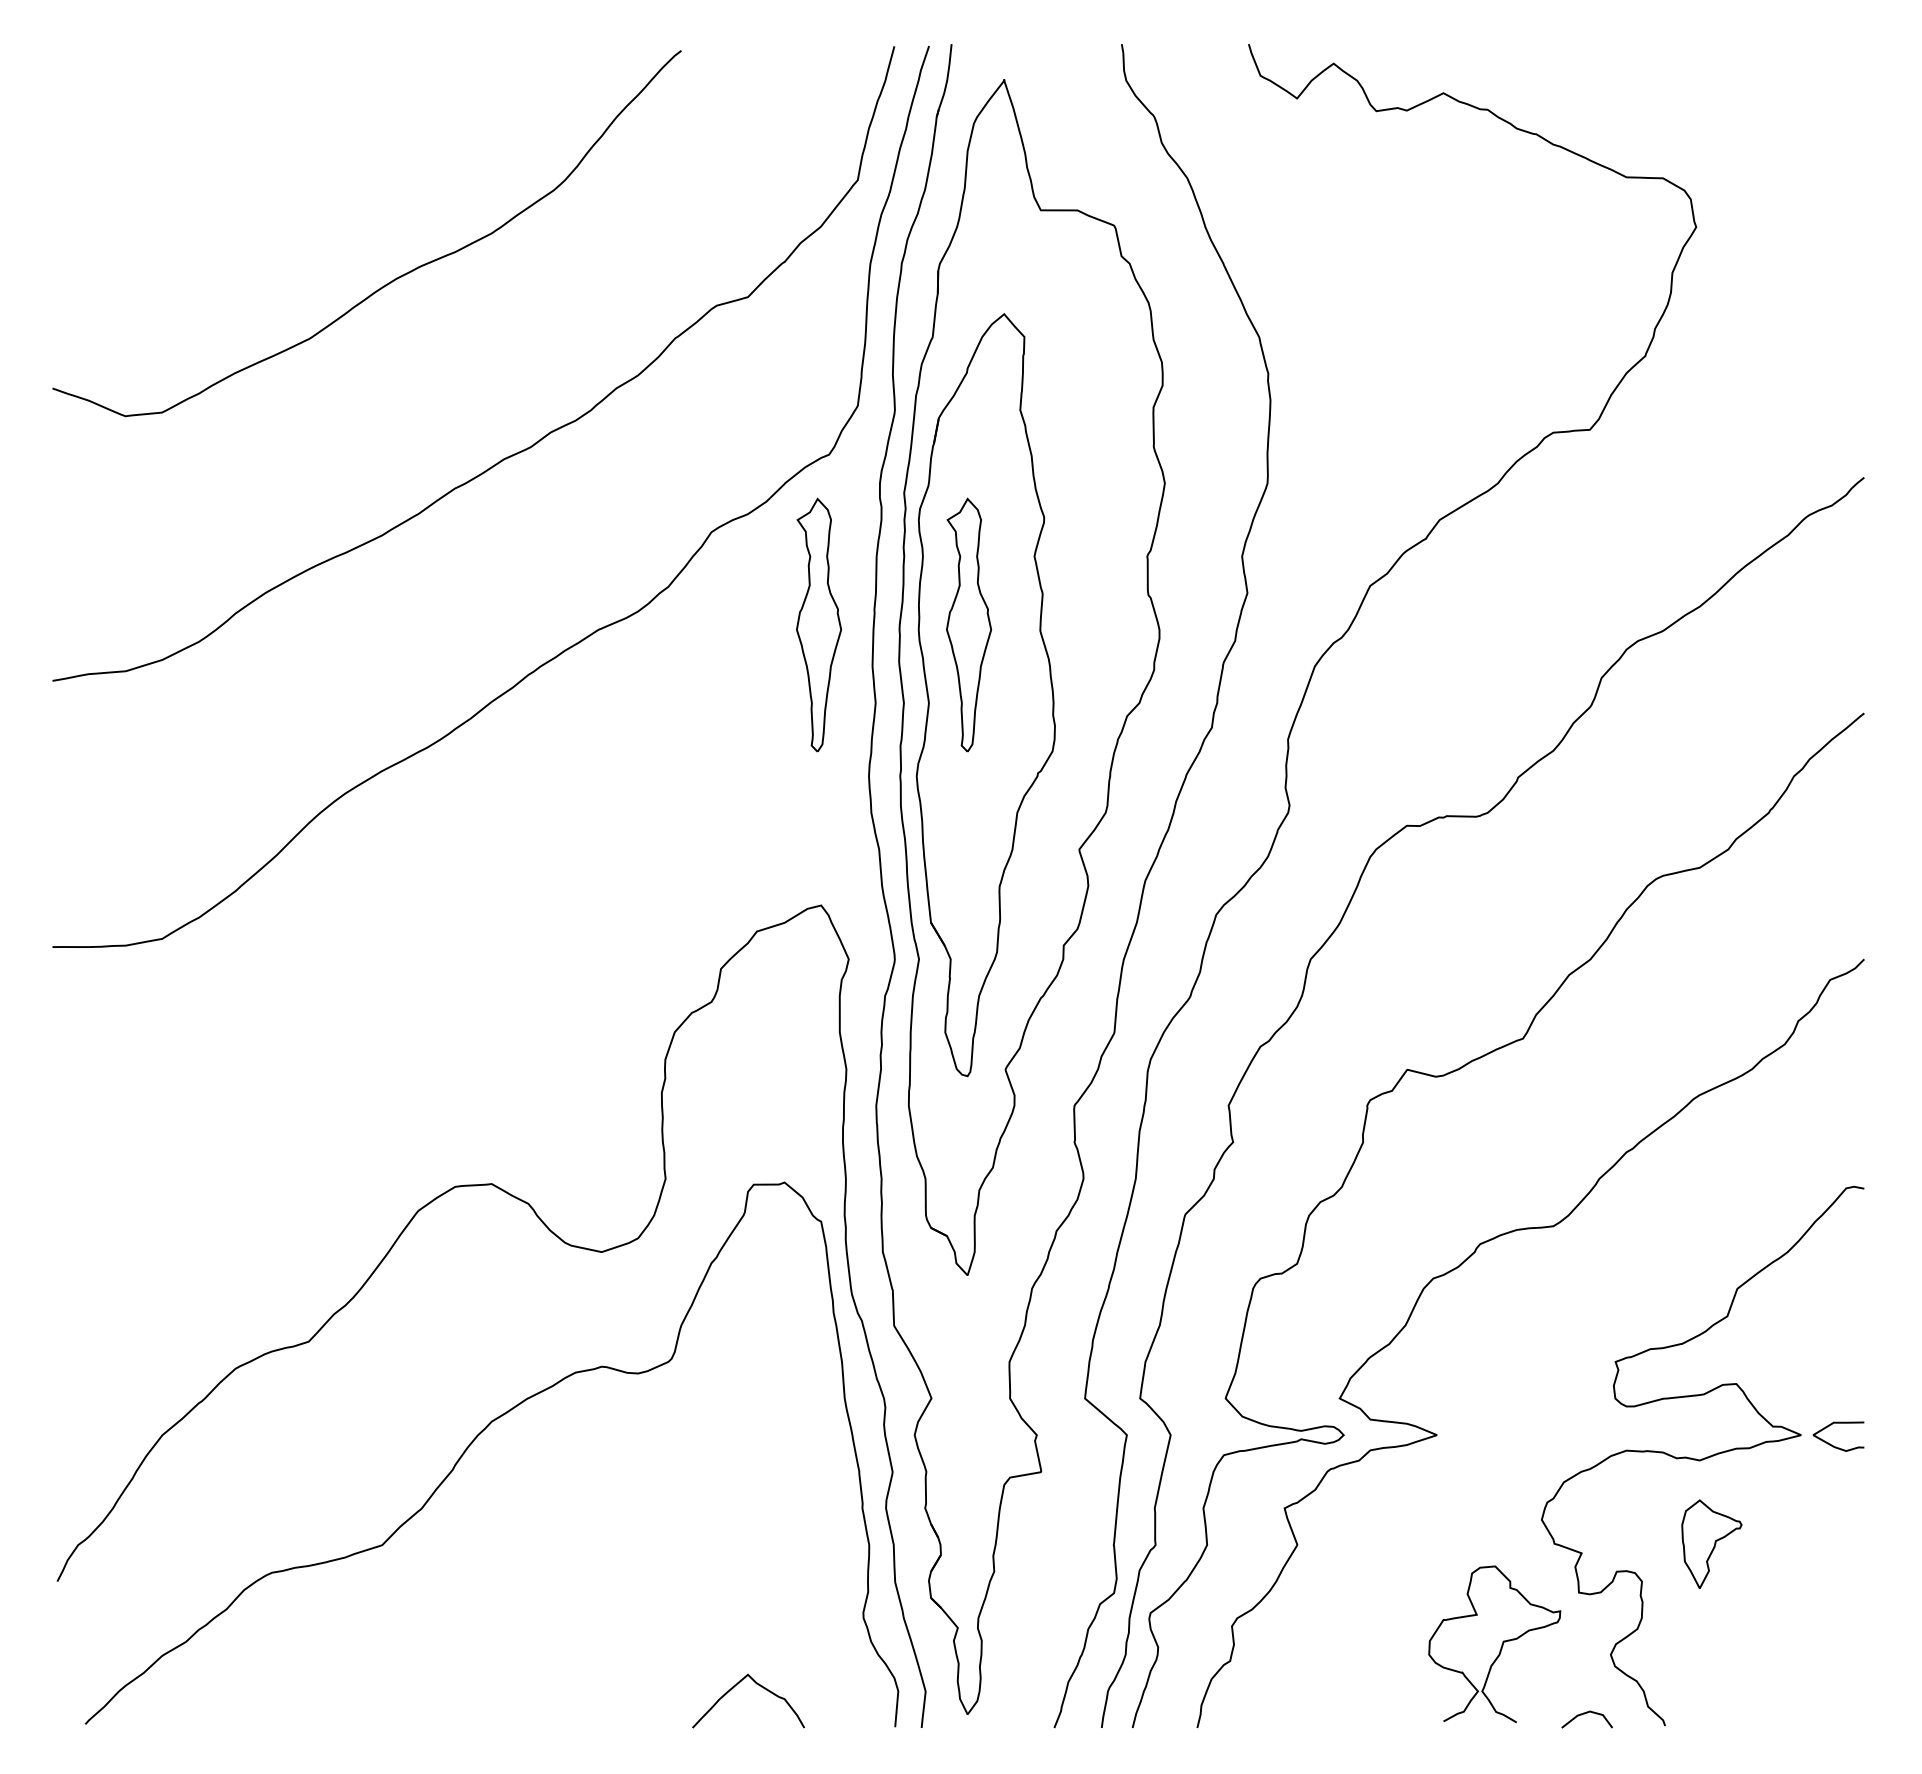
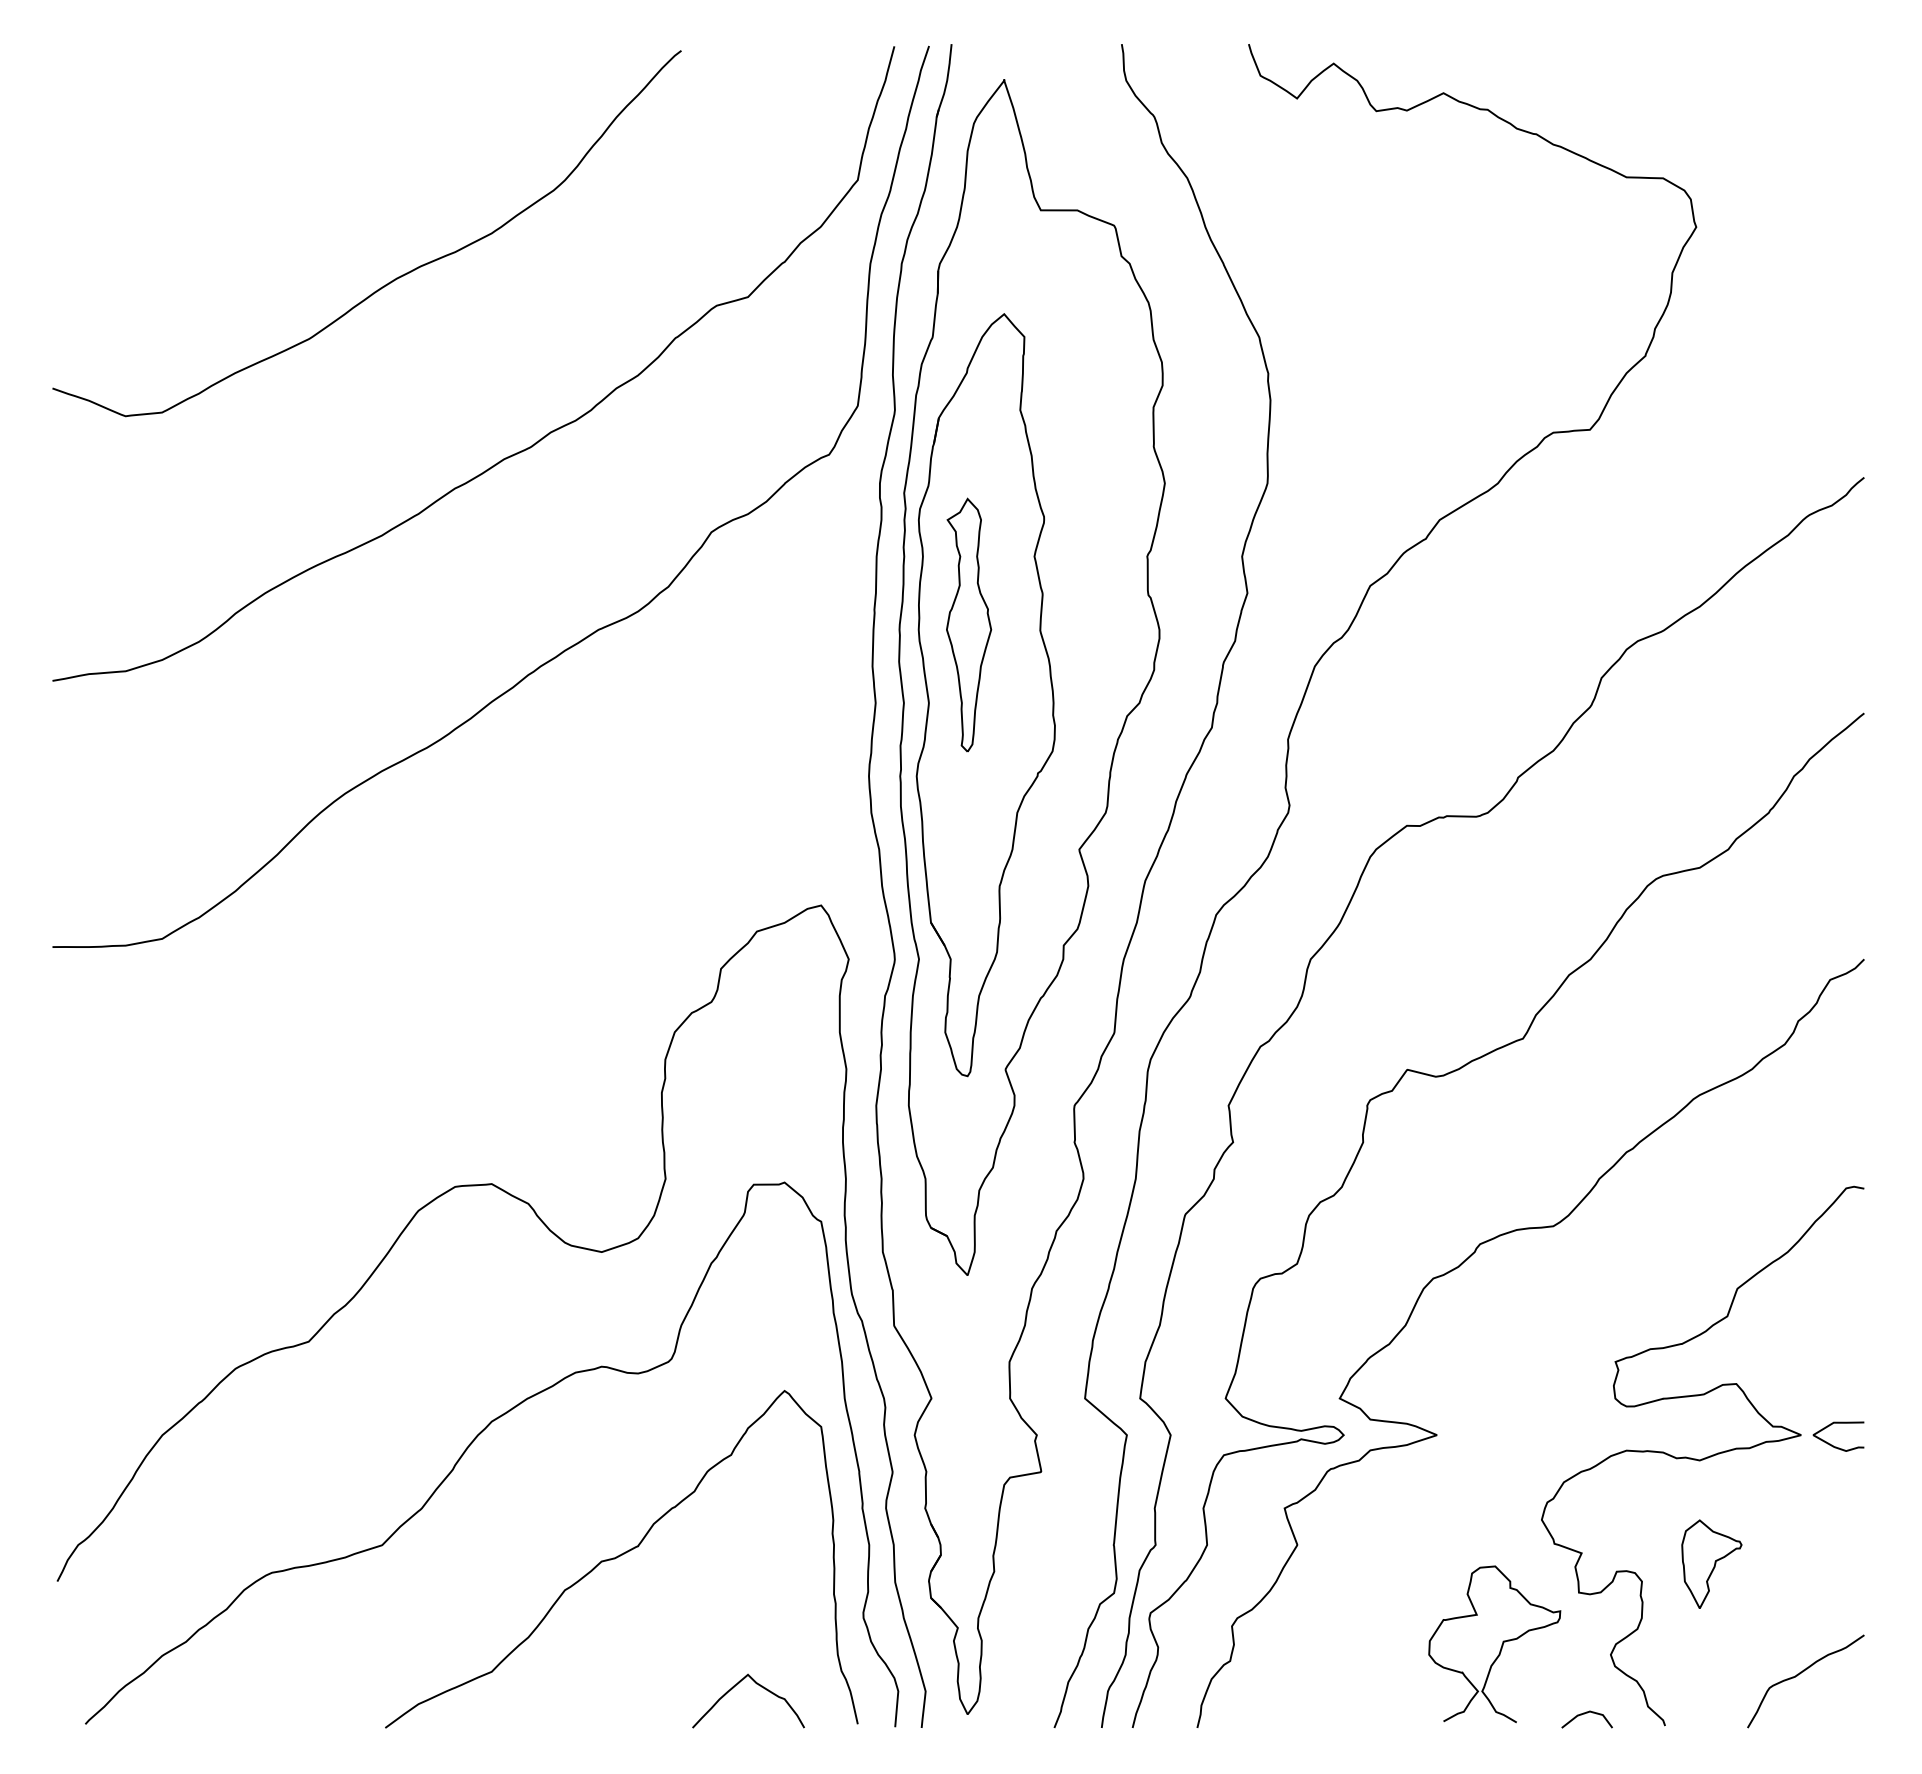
part at (819, 624): present -> none
part at (1711, 1543) position: (1711, 1543) -> (1711, 1563)
curve at (620, 1556): none -> present
curve at (1800, 1674): none -> present
